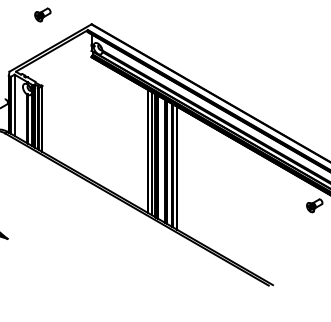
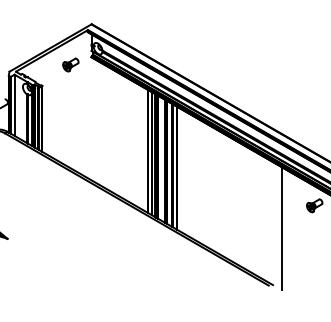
part at (42, 14) position: (42, 14) -> (70, 64)
line at (281, 228): none -> present
